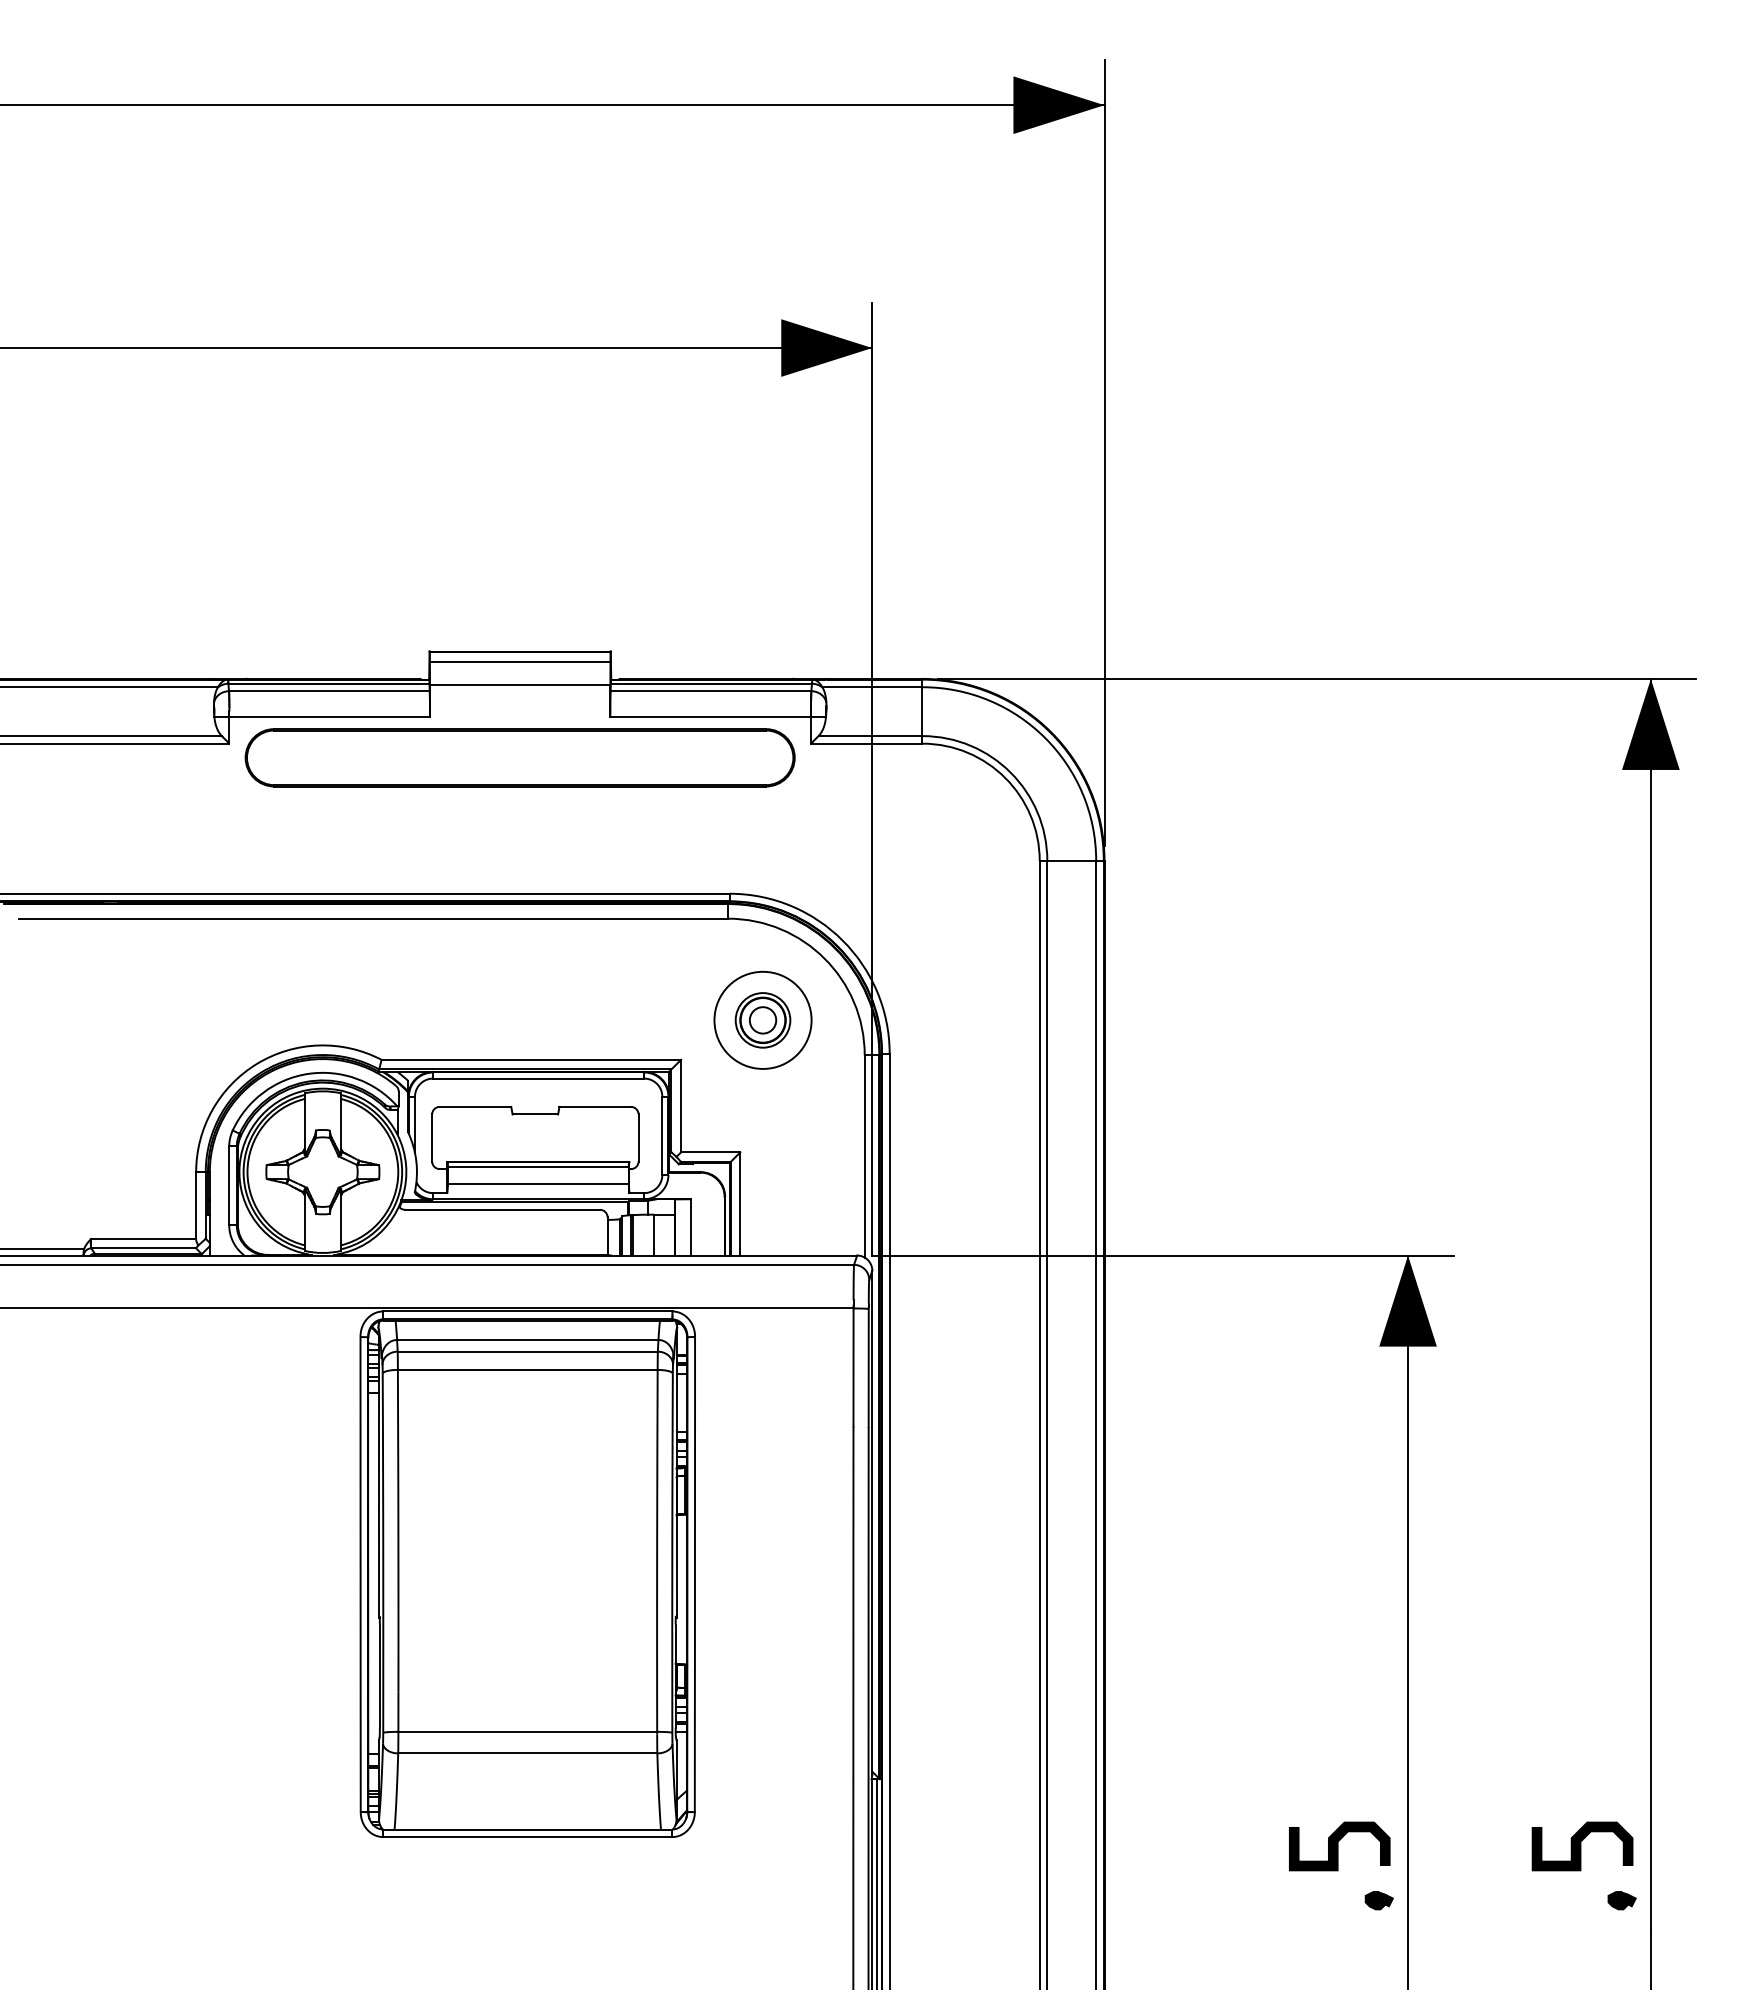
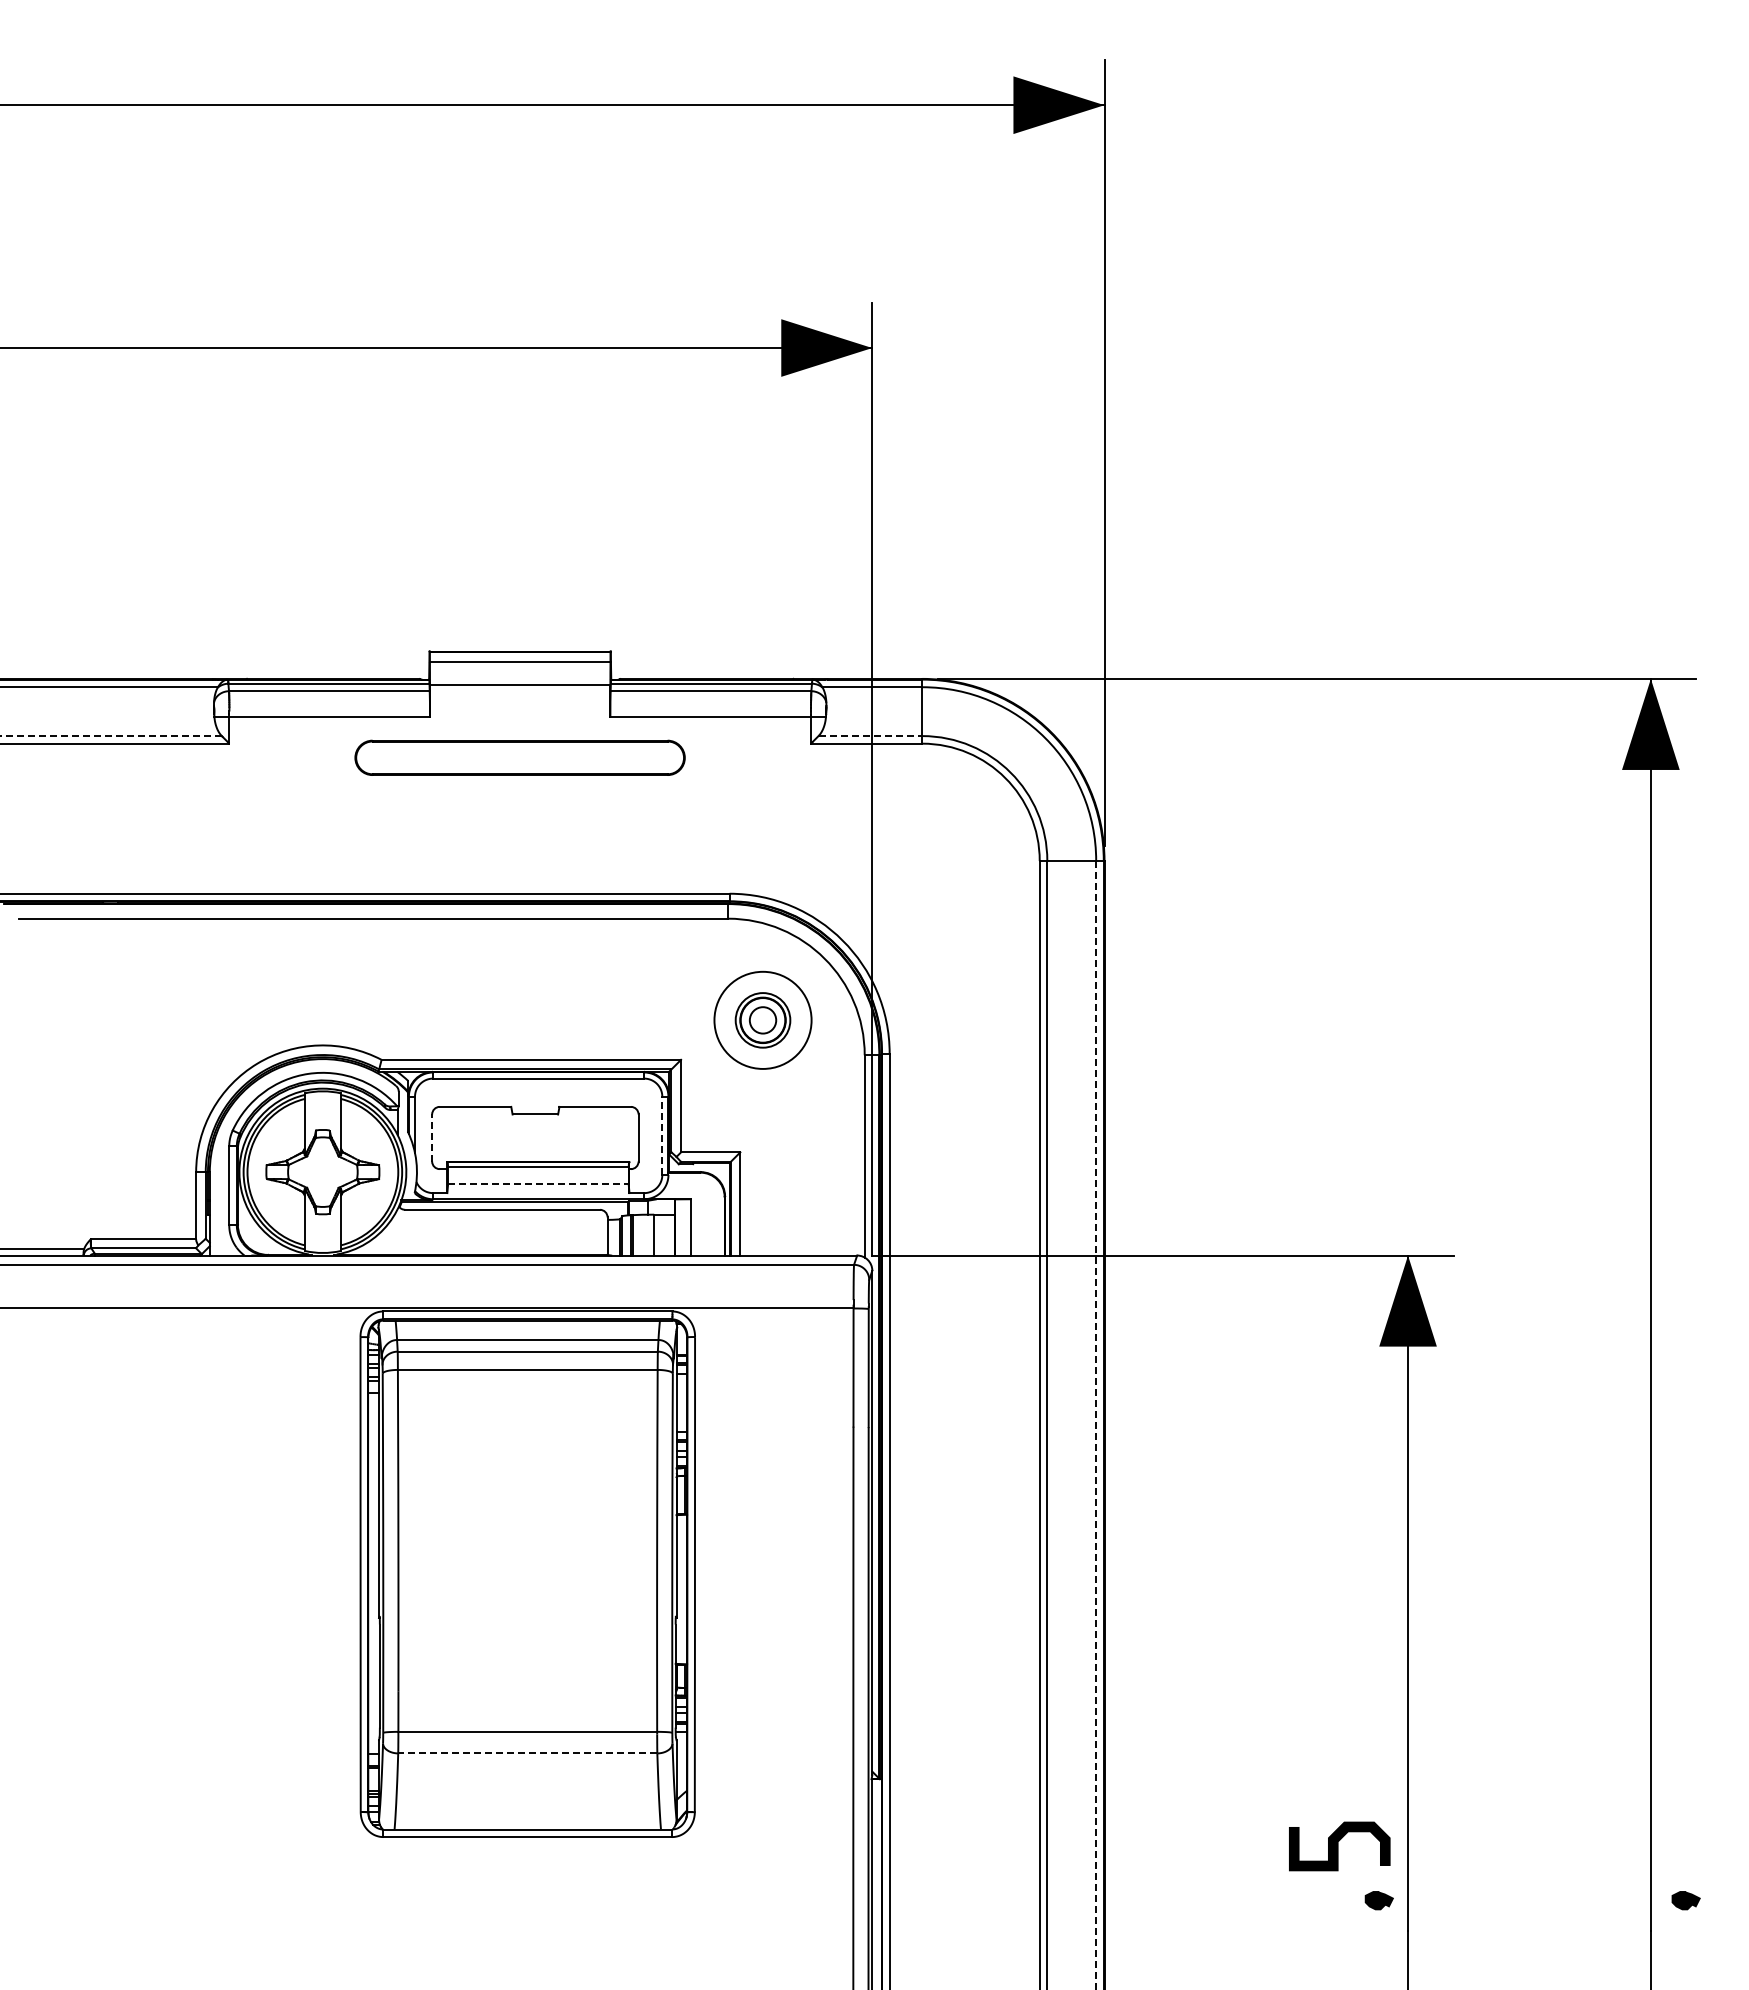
line at (110, 736): solid -> dashed
line at (870, 736): solid -> dashed
part at (519, 757) size: 552x60 px -> 332x37 px
line at (662, 1135): solid -> dashed
line at (432, 1138): solid -> dashed
line at (538, 1183): solid -> dashed
line at (1096, 1425): solid -> dashed
line at (527, 1753): solid -> dashed
curve at (1581, 1846): present -> none
line at (876, 1882): present -> none
part at (1621, 1900) position: (1621, 1900) -> (1685, 1900)
